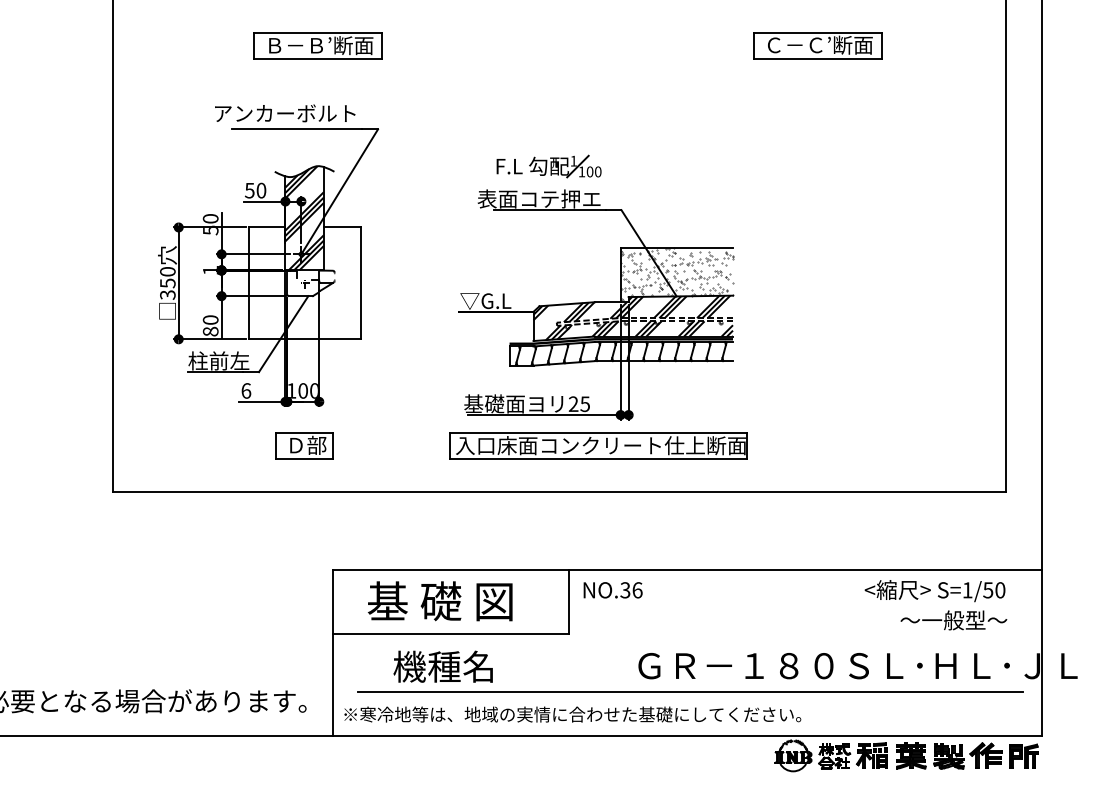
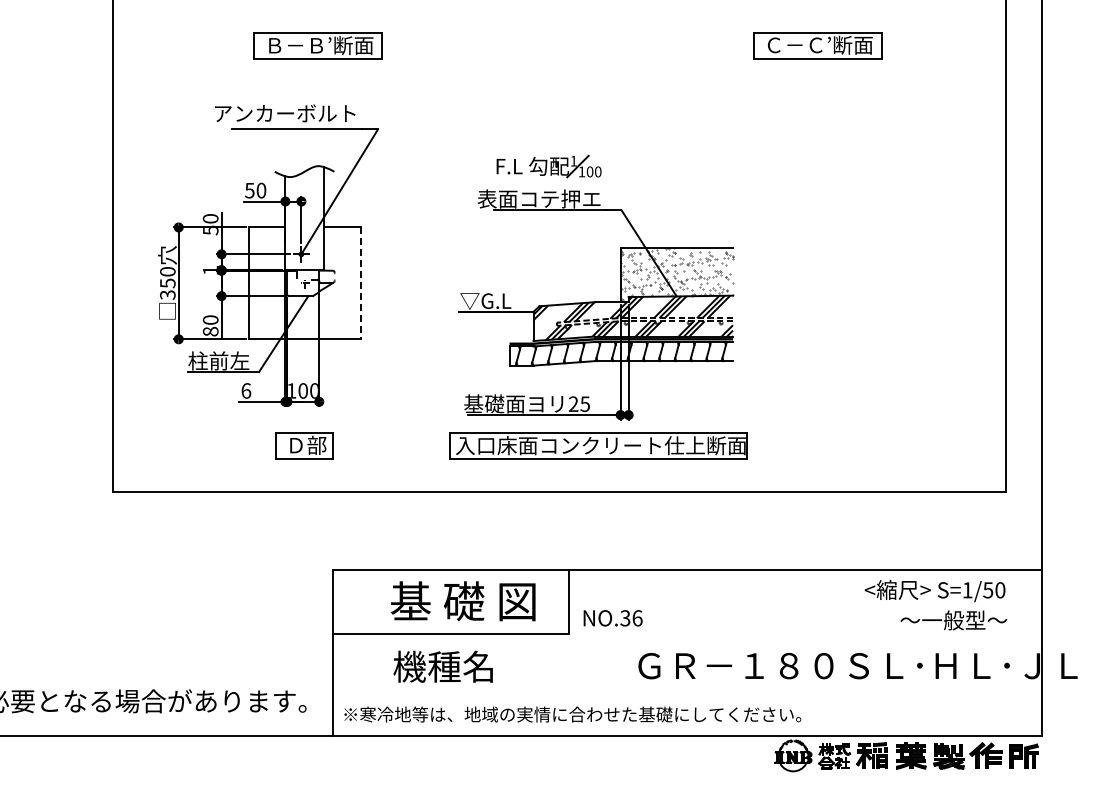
hatch at (304, 218): present -> none
line at (360, 283): solid -> dashed
text at (612, 590) position: (612, 590) -> (612, 618)
text at (439, 601) position: (439, 601) -> (462, 601)
line at (690, 692): present -> none
